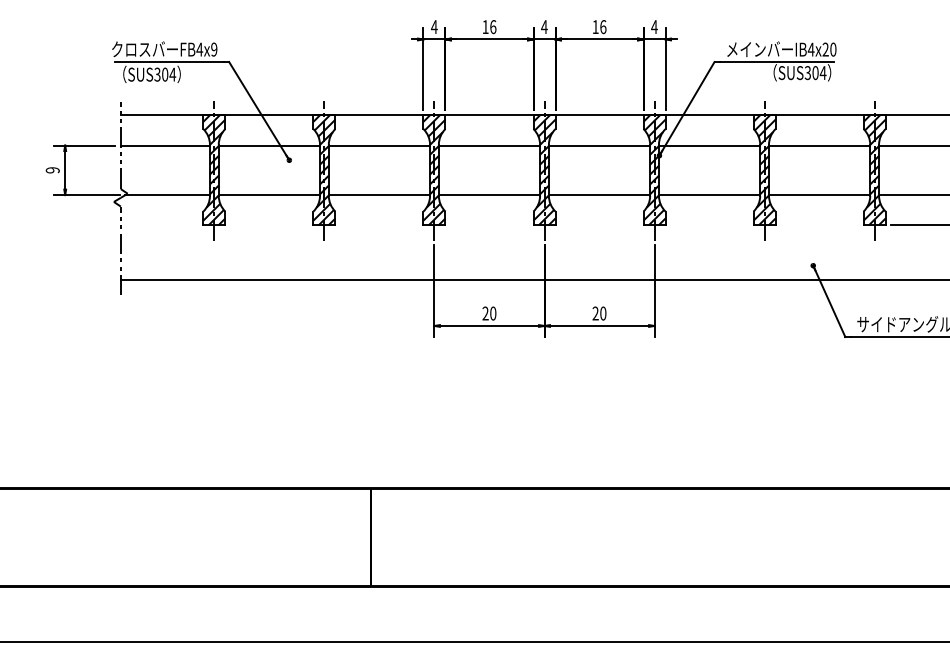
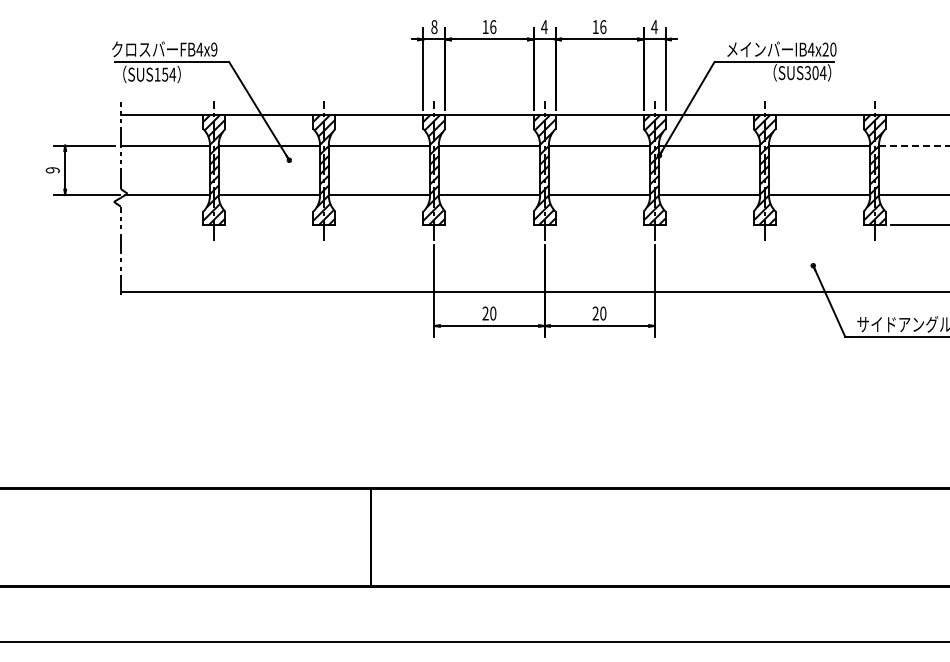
text at (434, 27): 4 -> 8
text at (161, 74): SUS304 -> SUS154
line at (914, 145): solid -> dashed
line at (533, 280) position: (533, 280) -> (533, 292)
